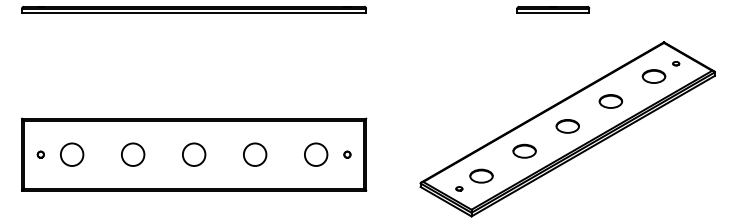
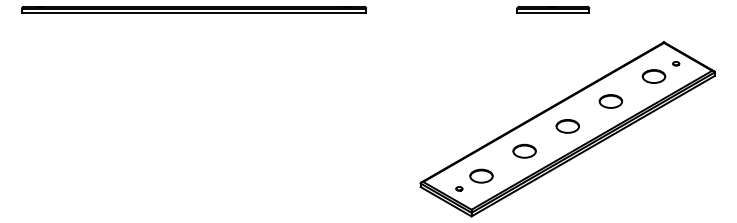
part at (194, 154): present -> none
